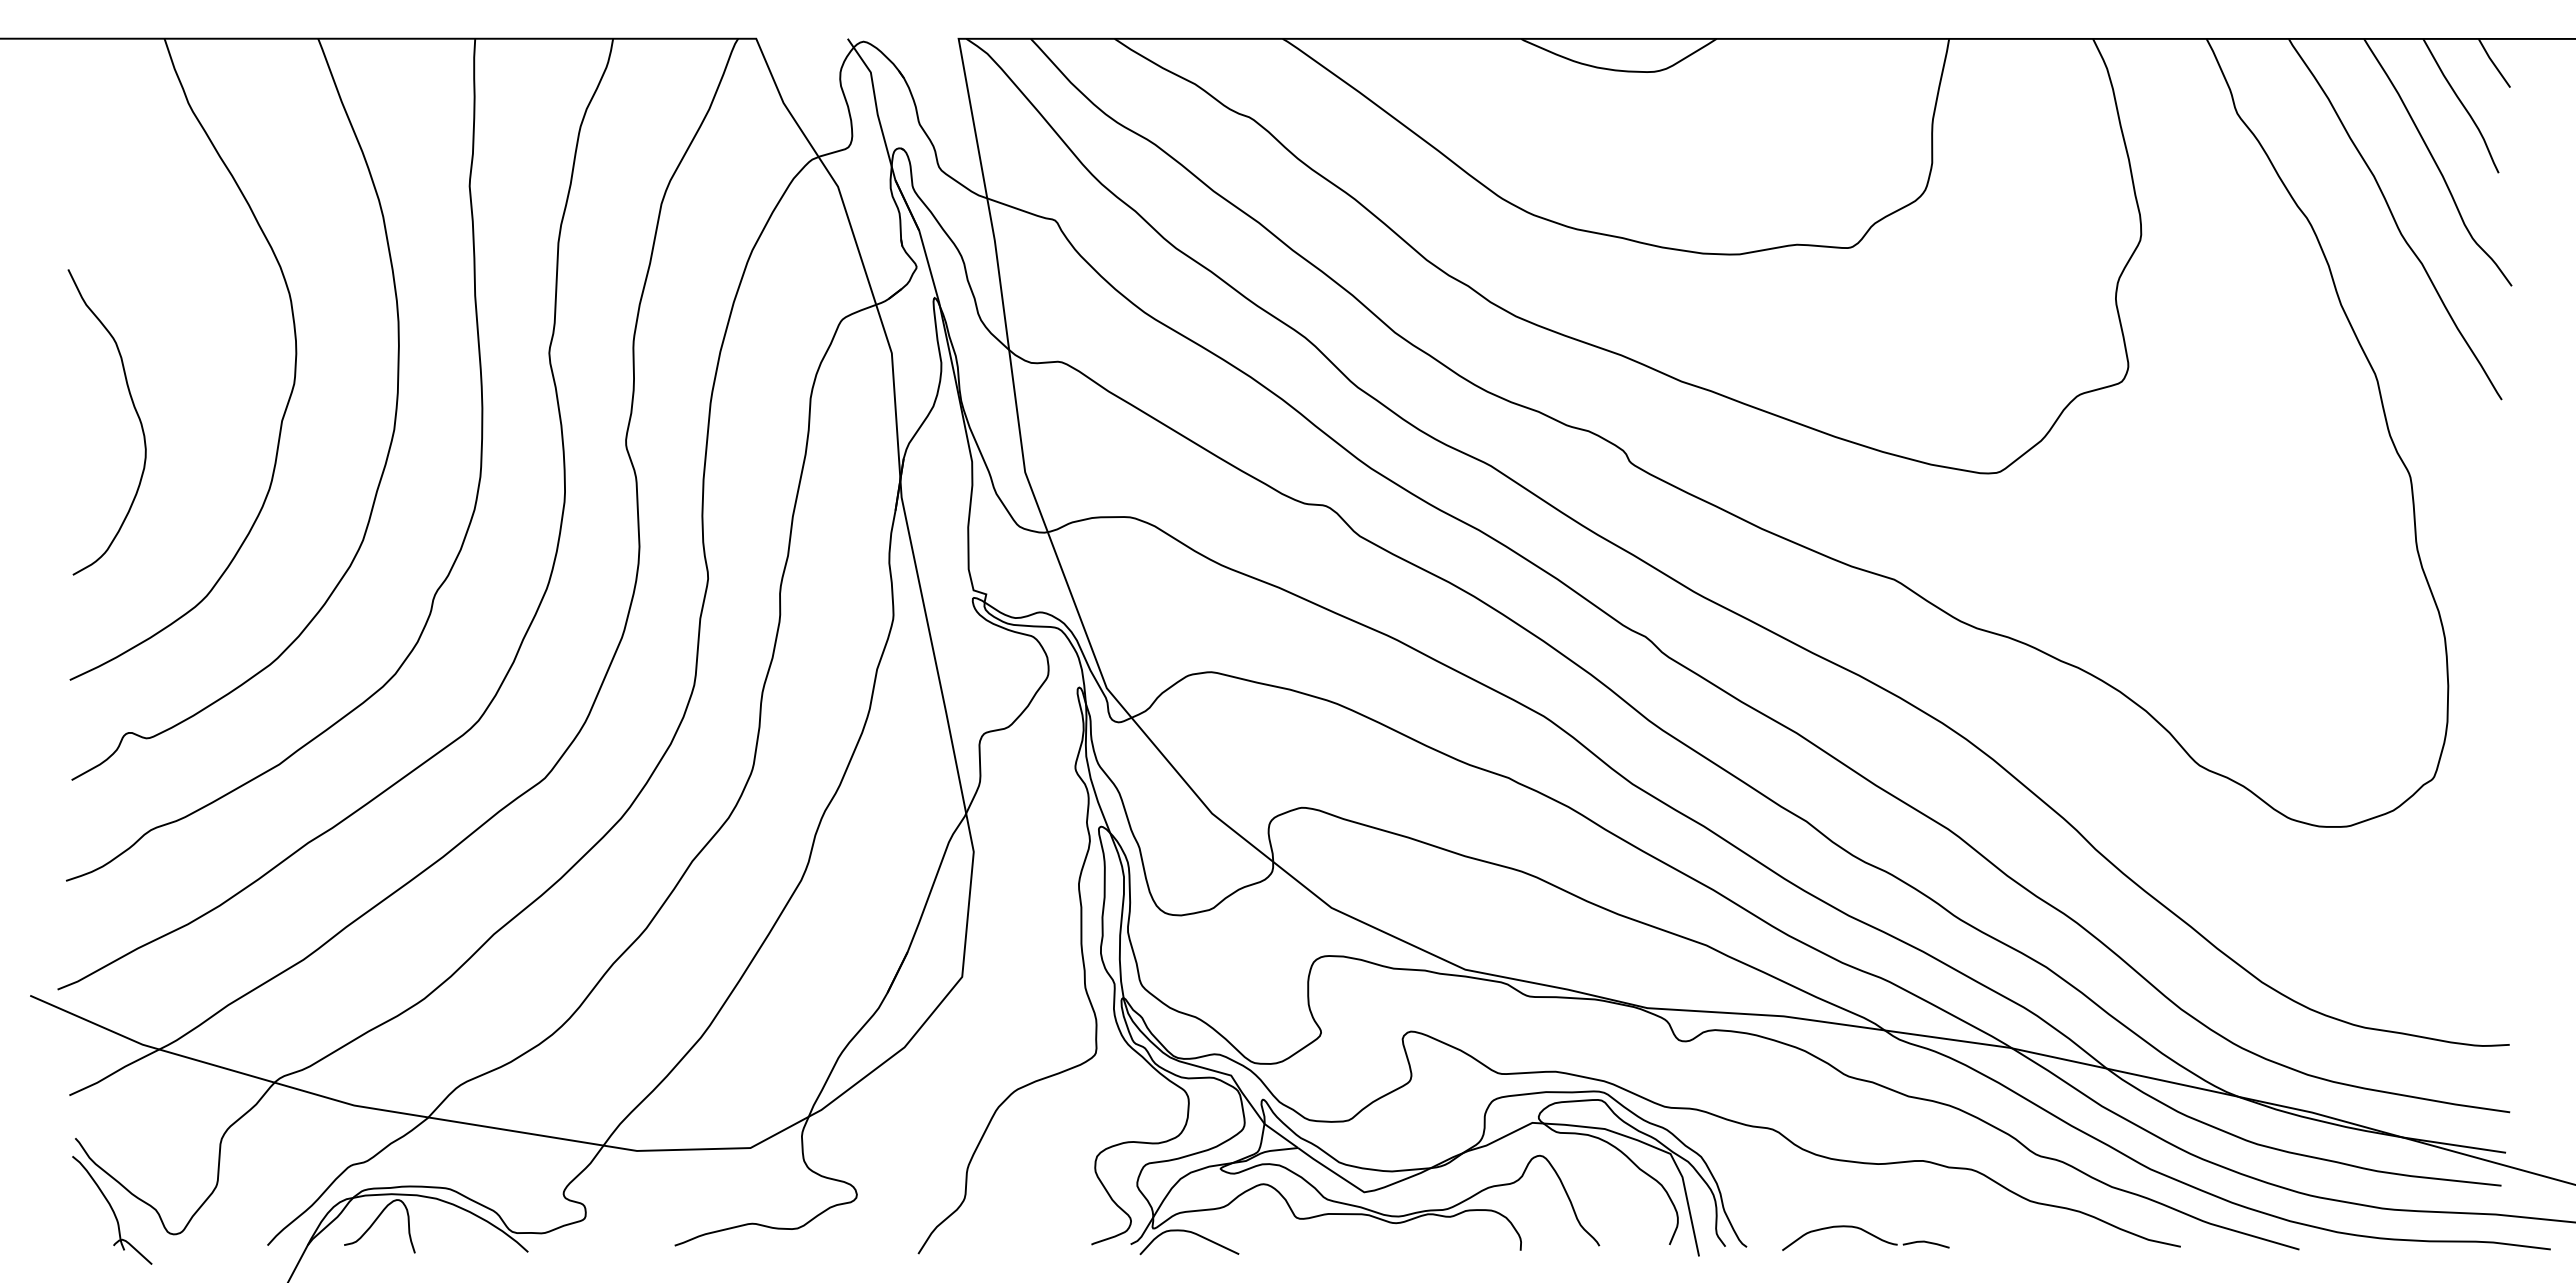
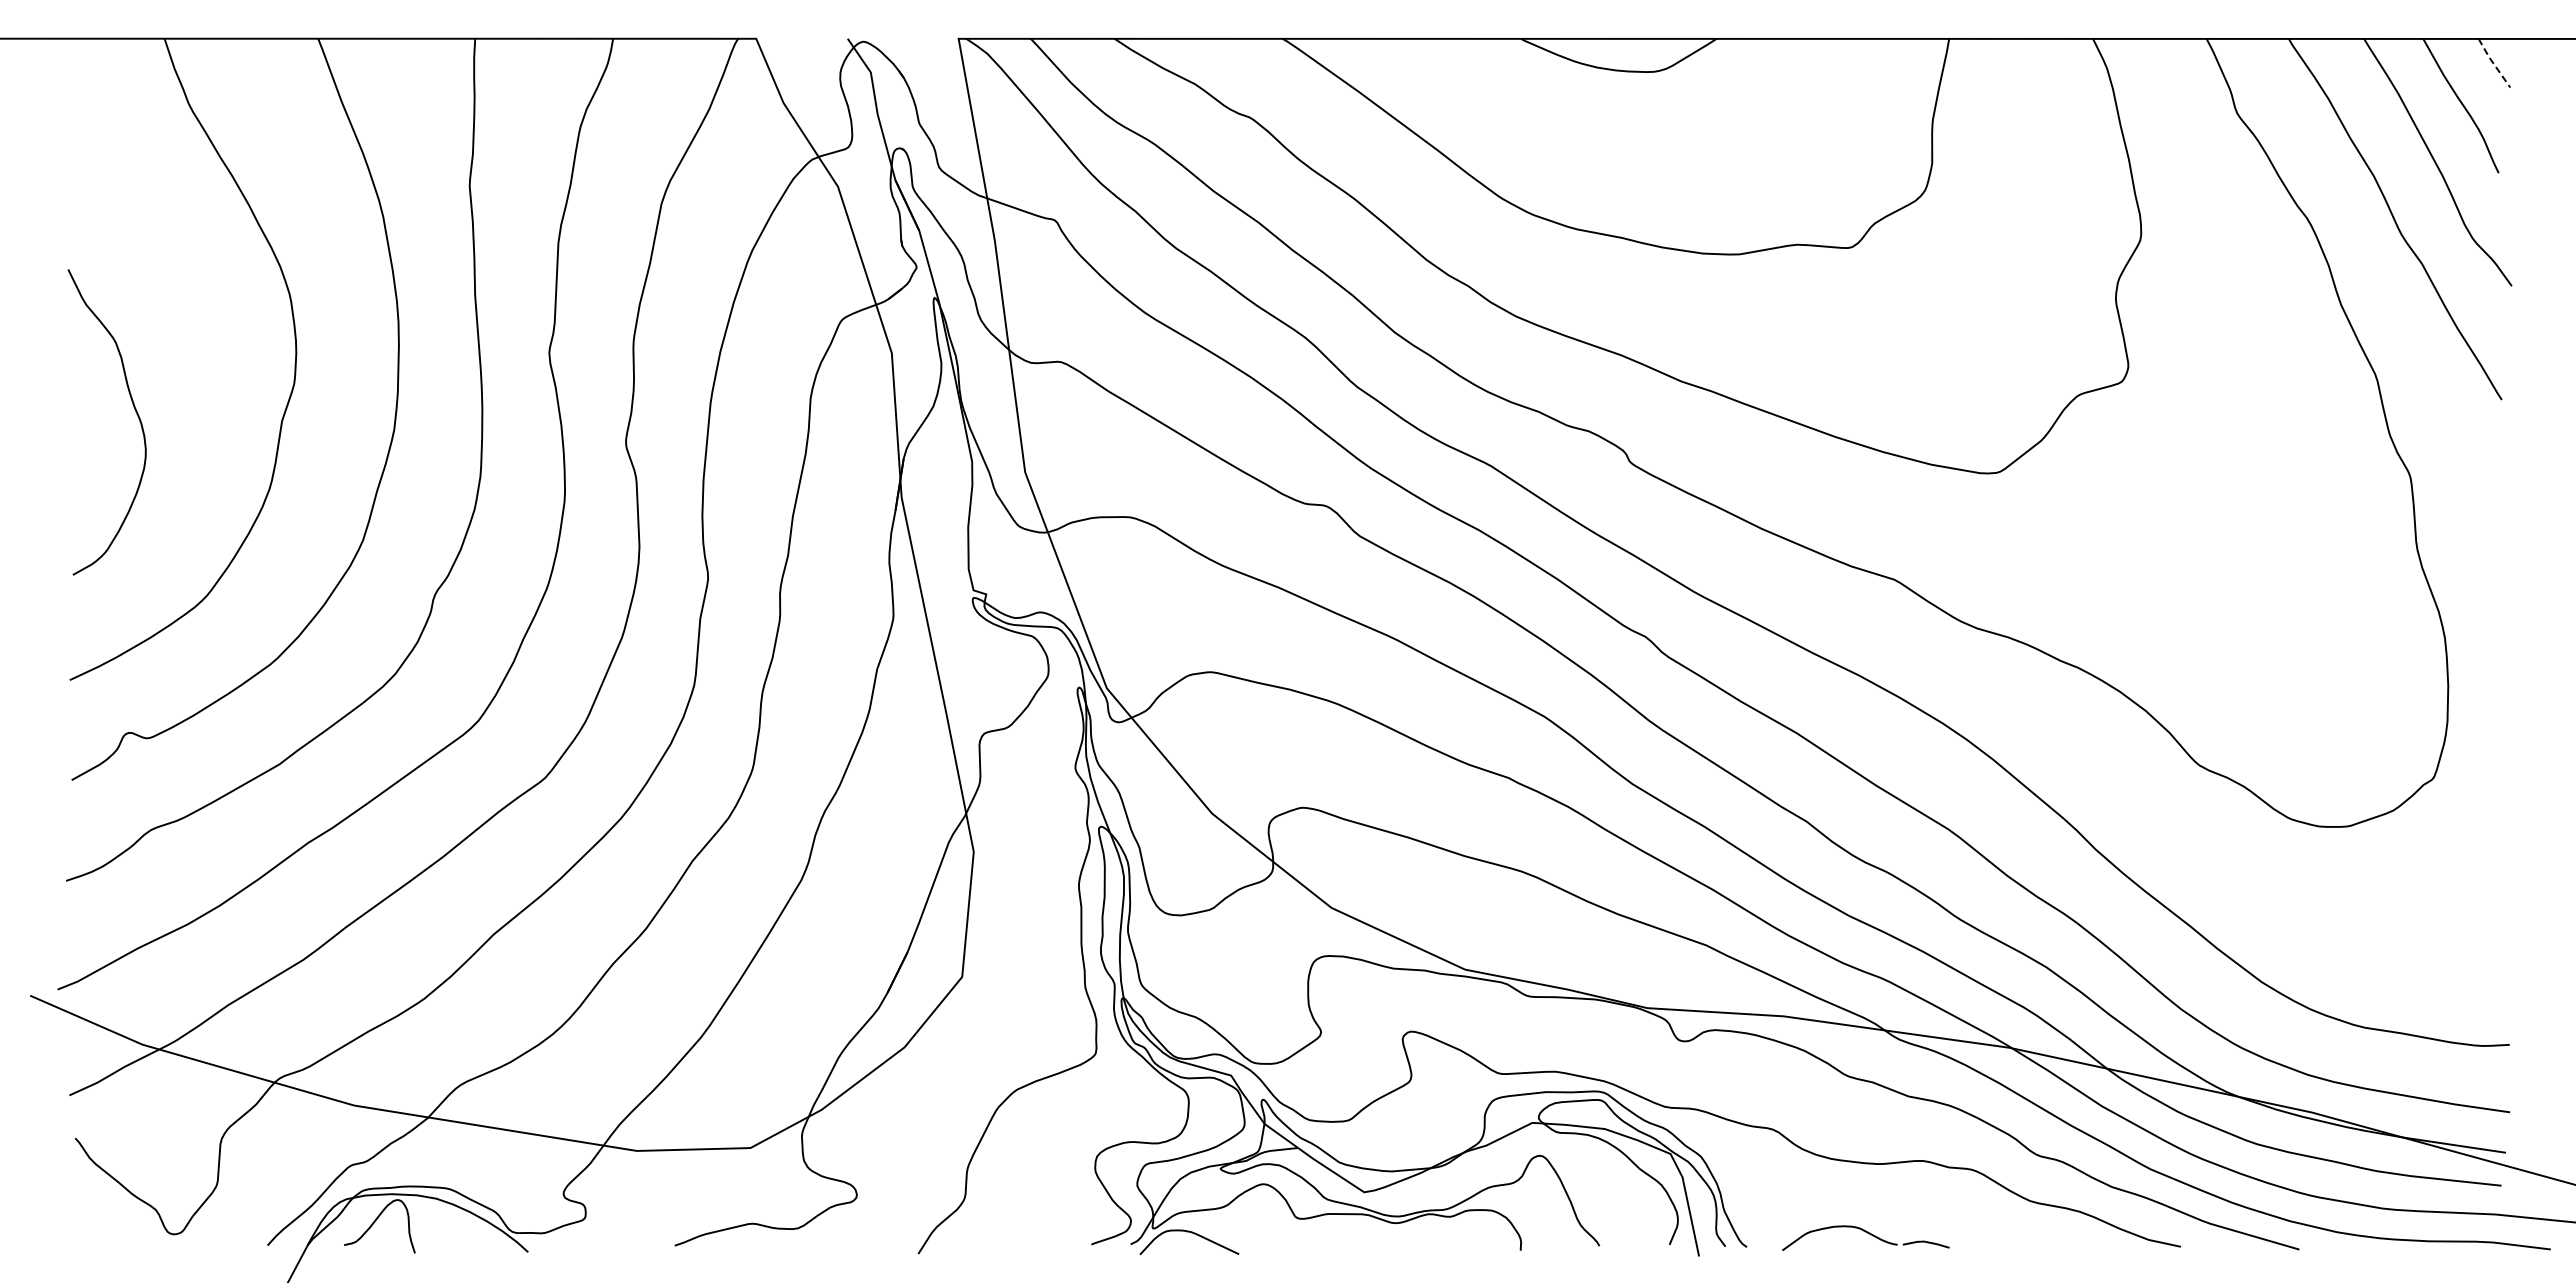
line at (2493, 63): solid -> dashed
part at (112, 1210): present -> none
